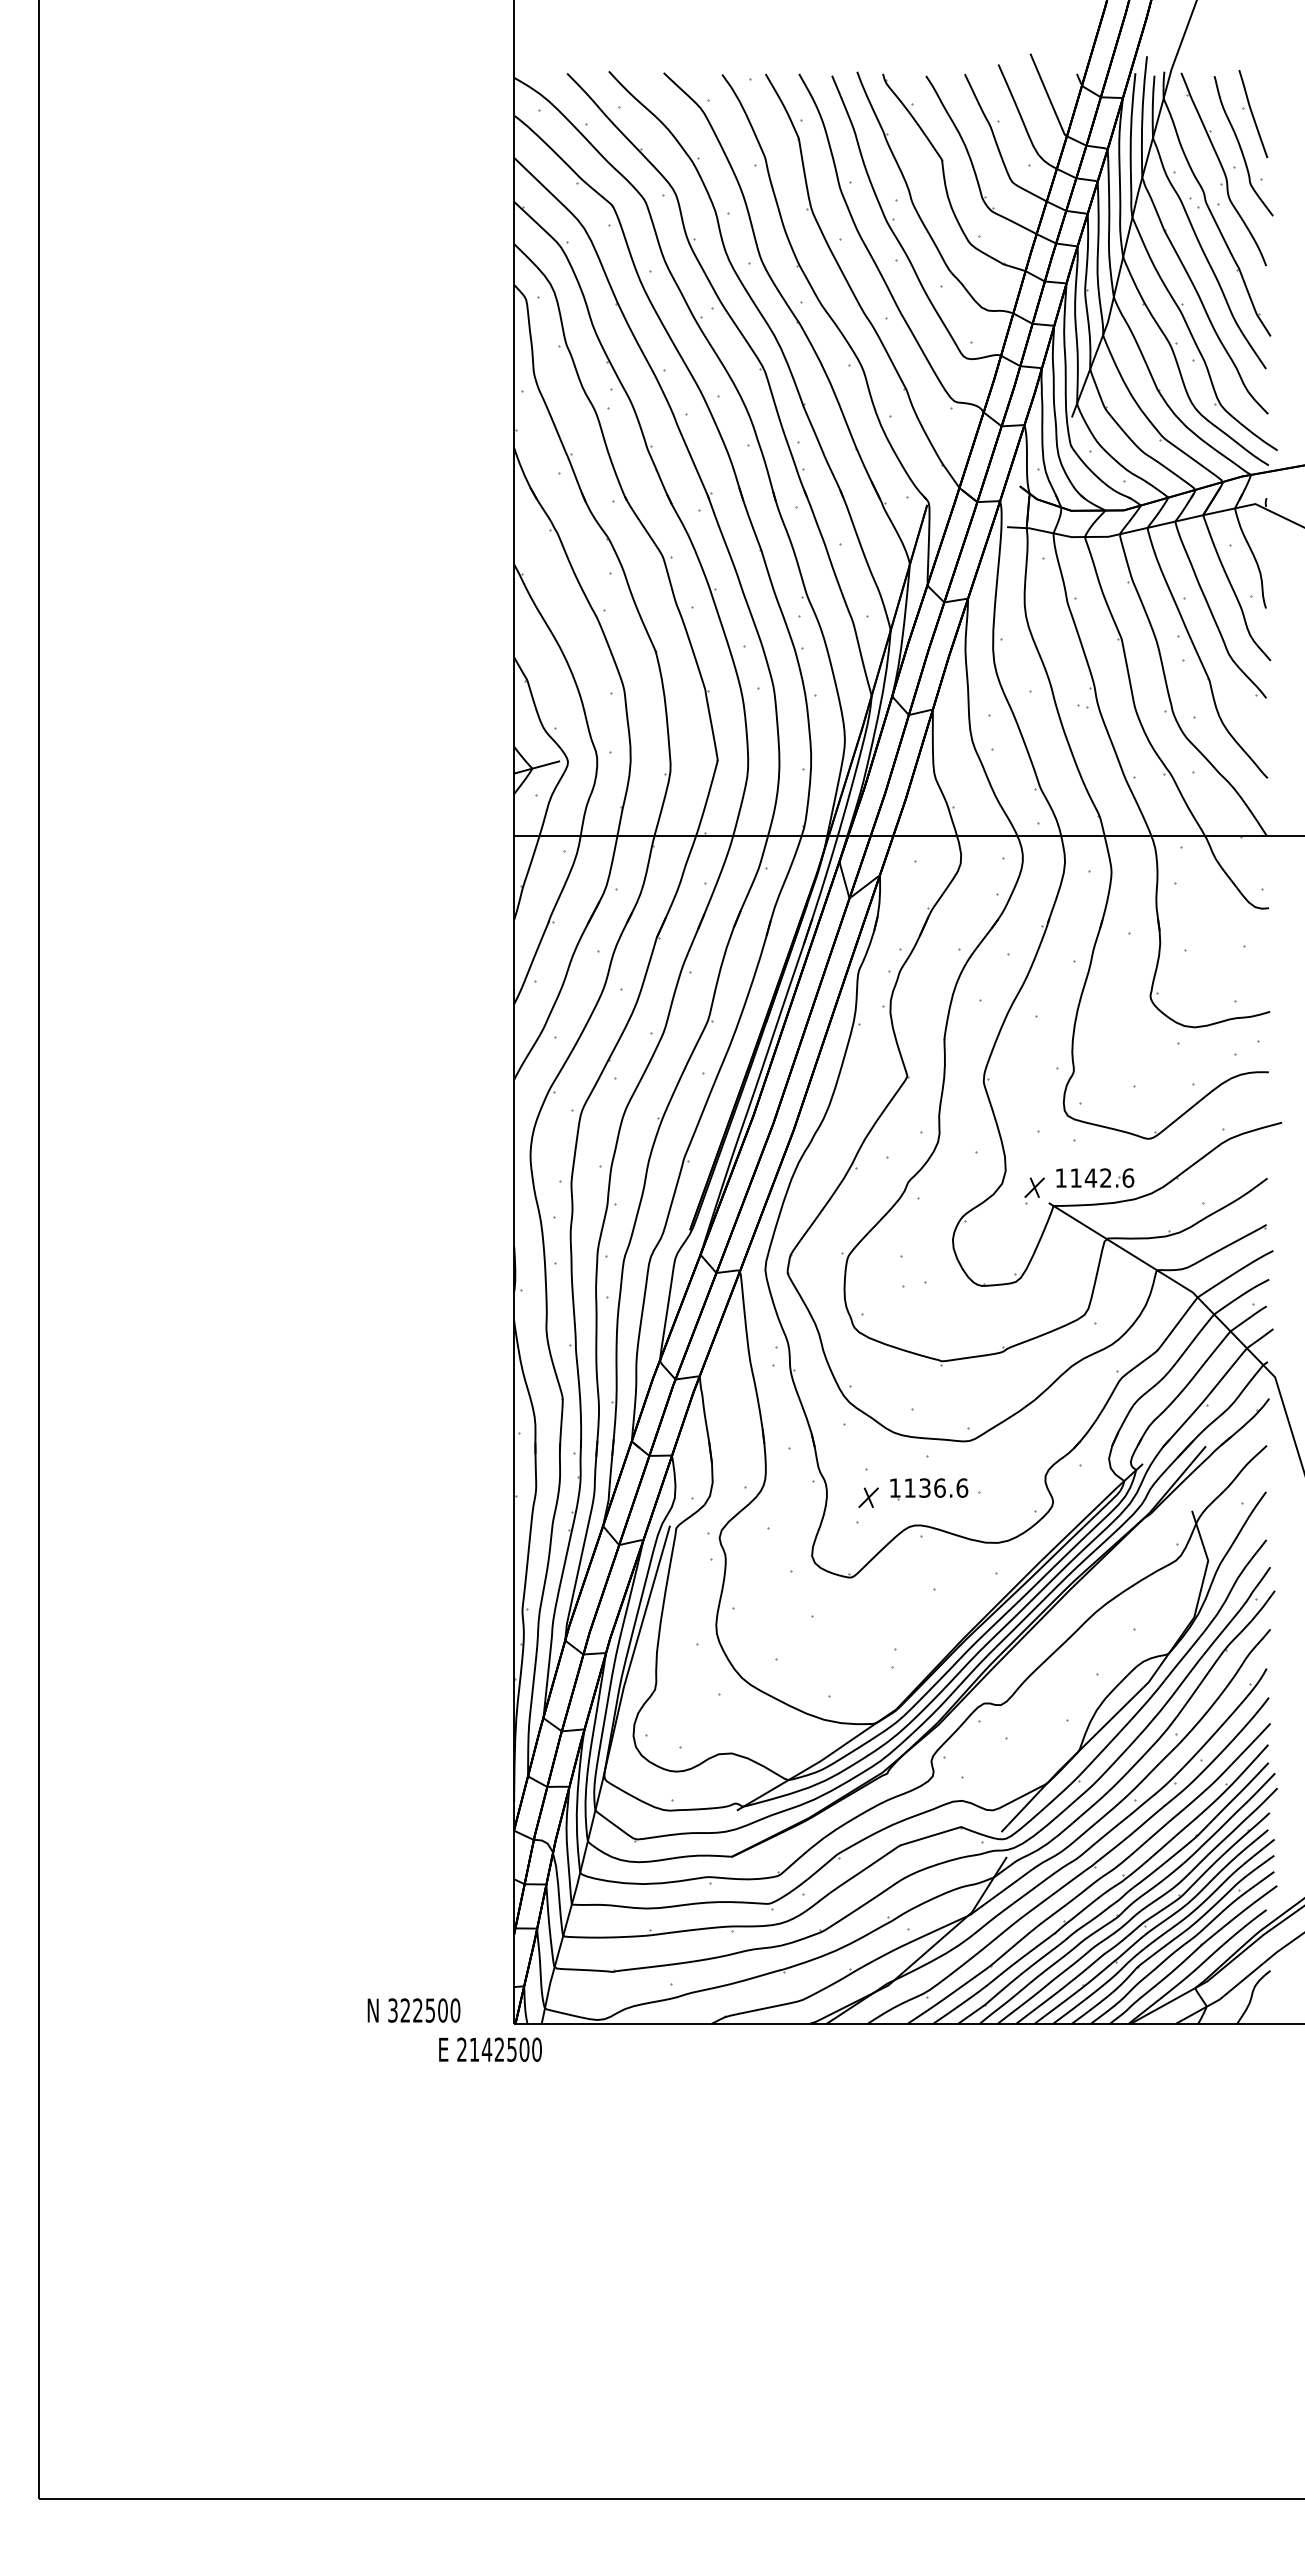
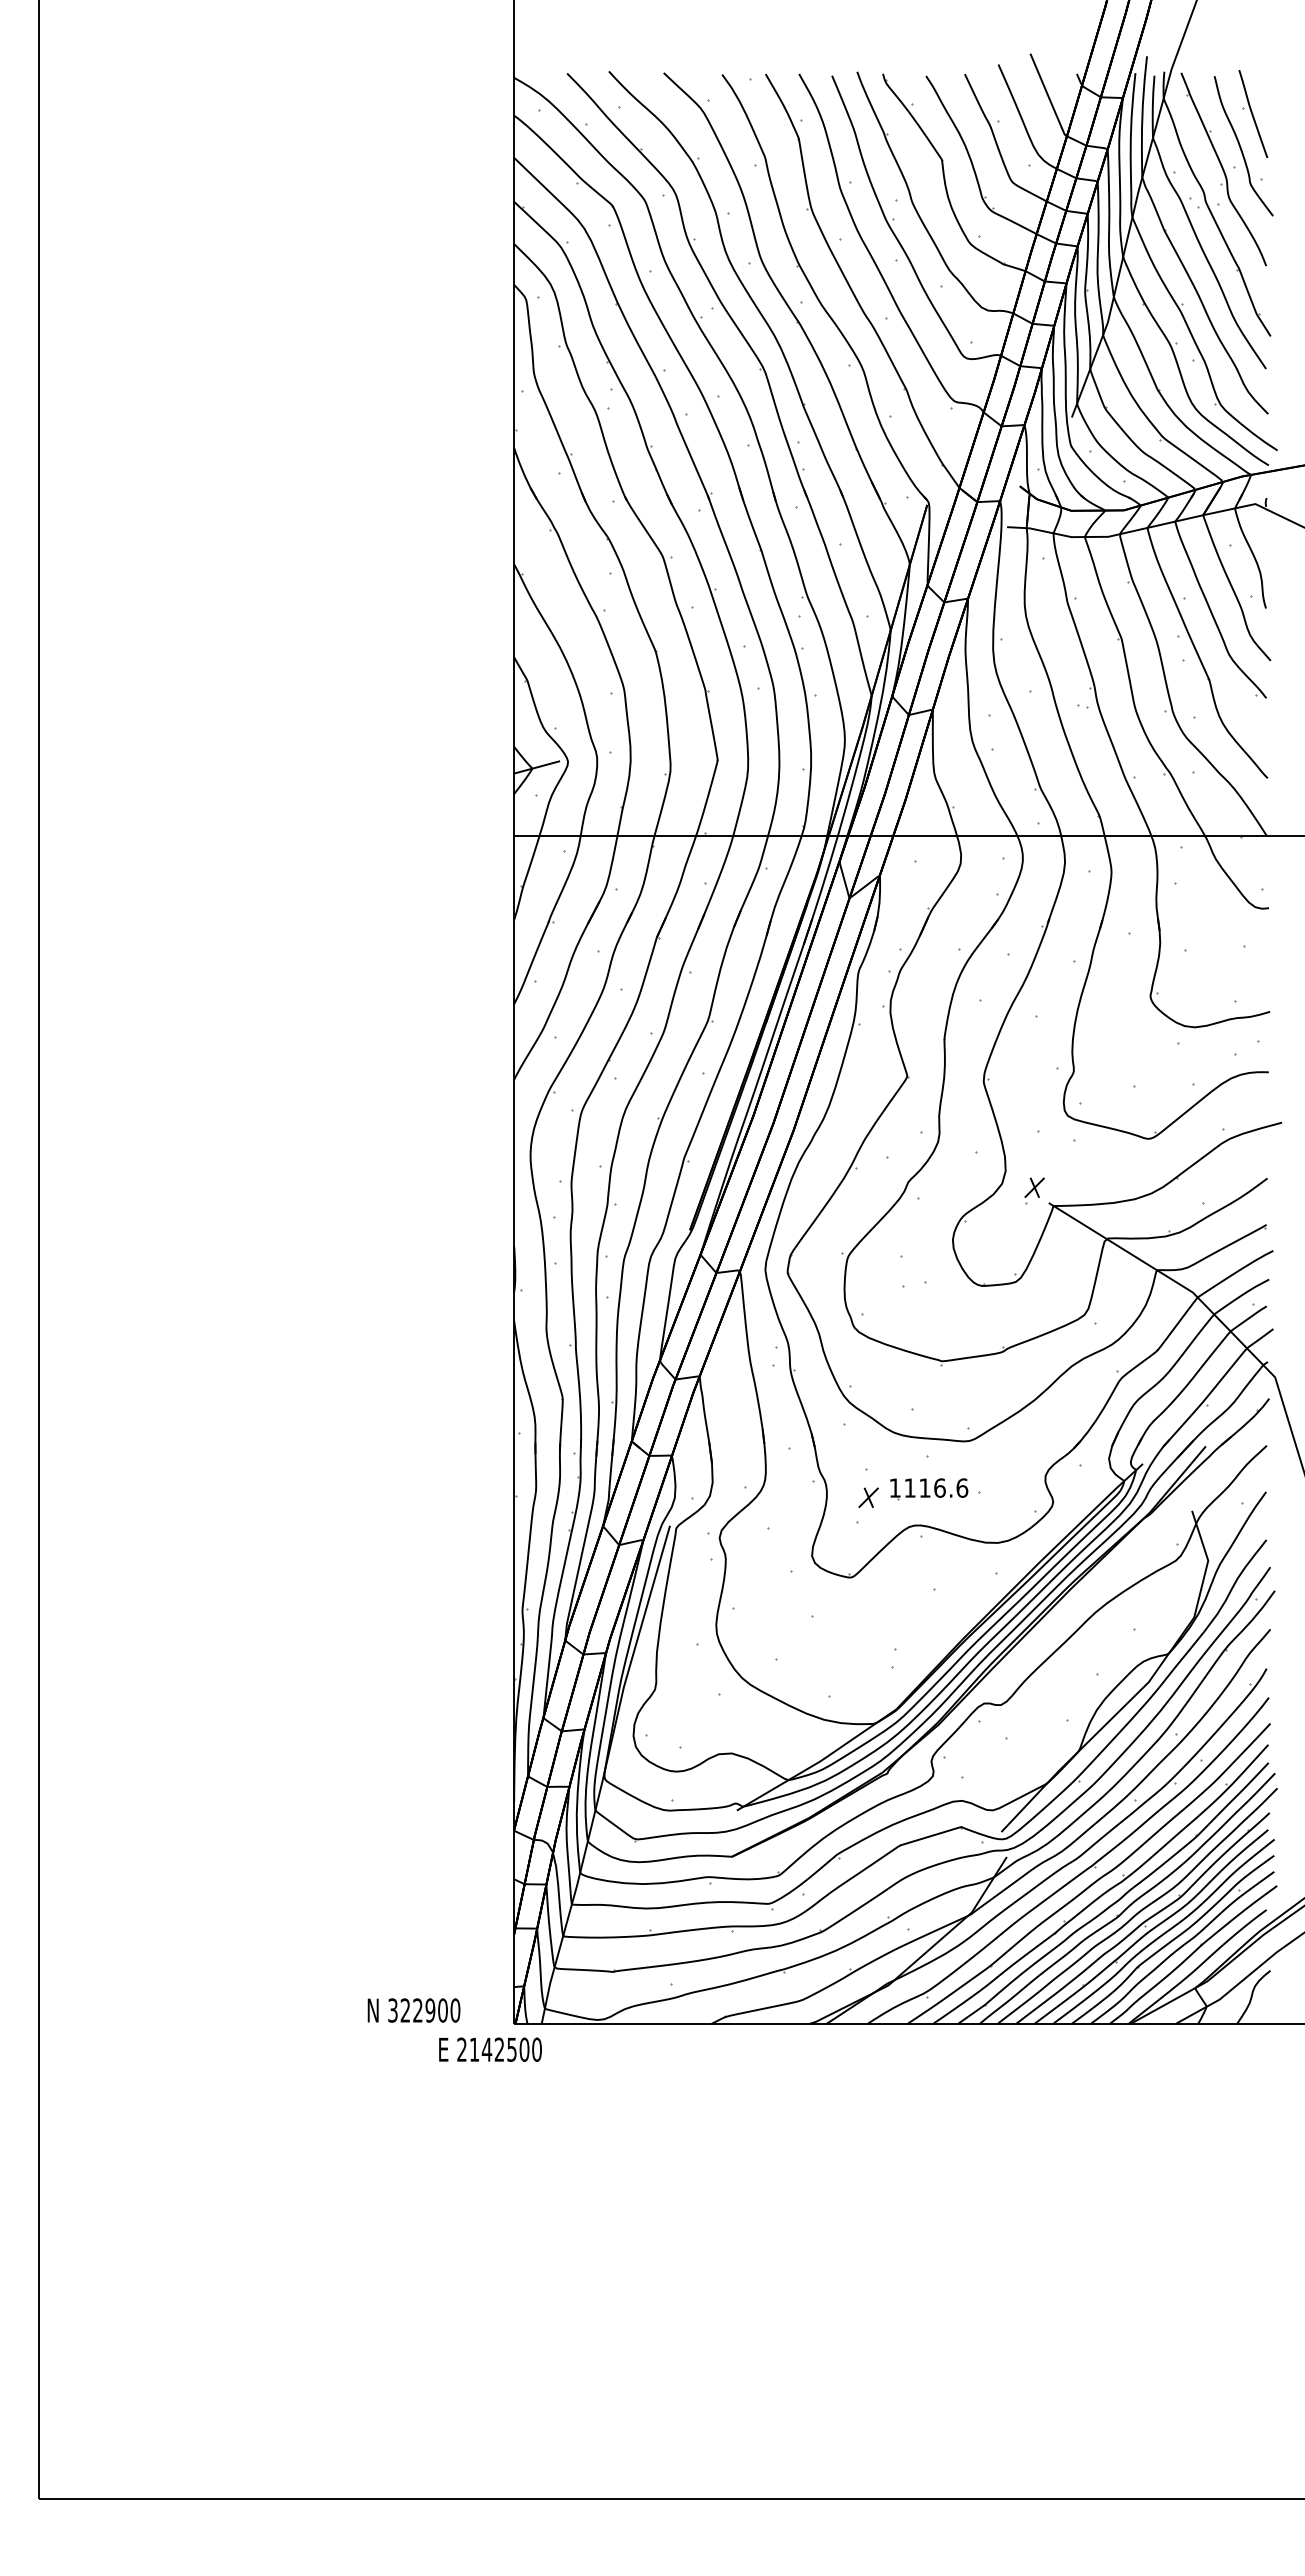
part at (1095, 1177): present -> none
text at (924, 1487): 1136.6 -> 1116.6
text at (430, 2010): 322500 -> 322900
